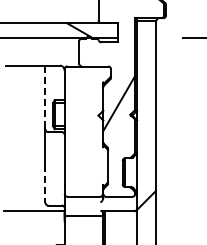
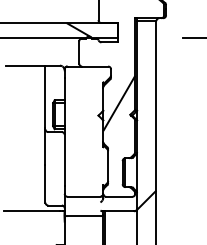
line at (45, 96): dashed -> solid
line at (45, 183): dashed -> solid
